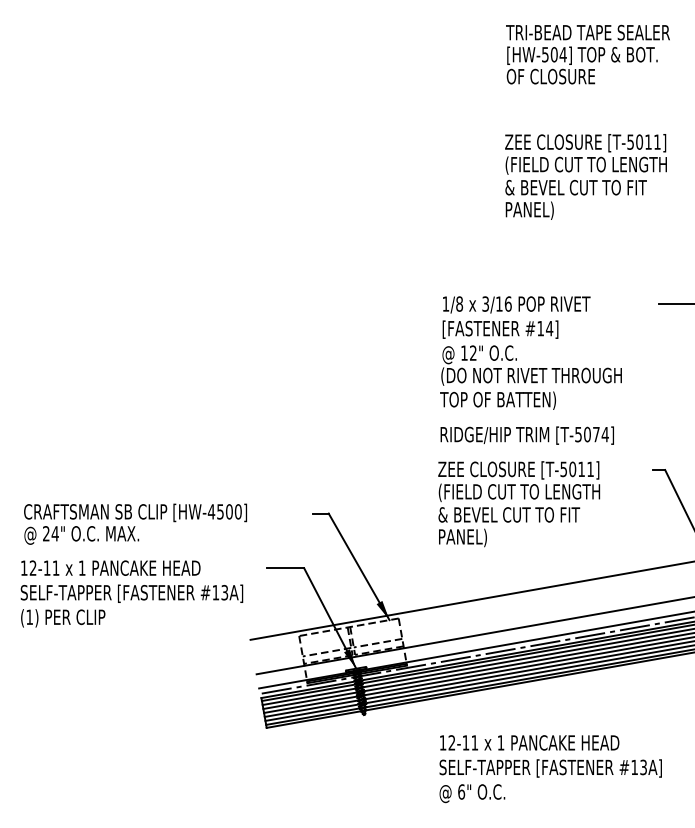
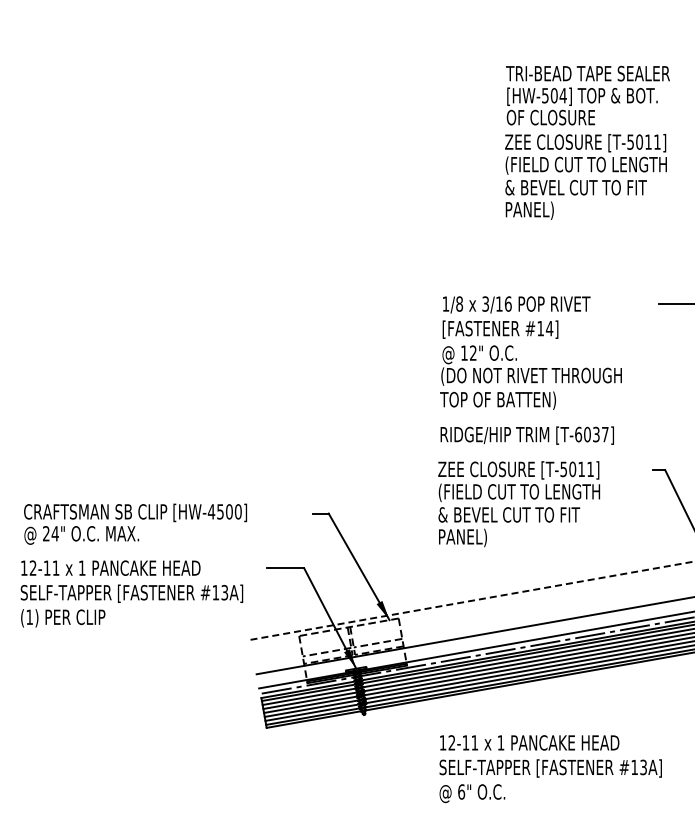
text at (587, 54) position: (587, 54) -> (587, 95)
text at (591, 434): [T-5074] -> [T-6037]
line at (473, 600): solid -> dashed
